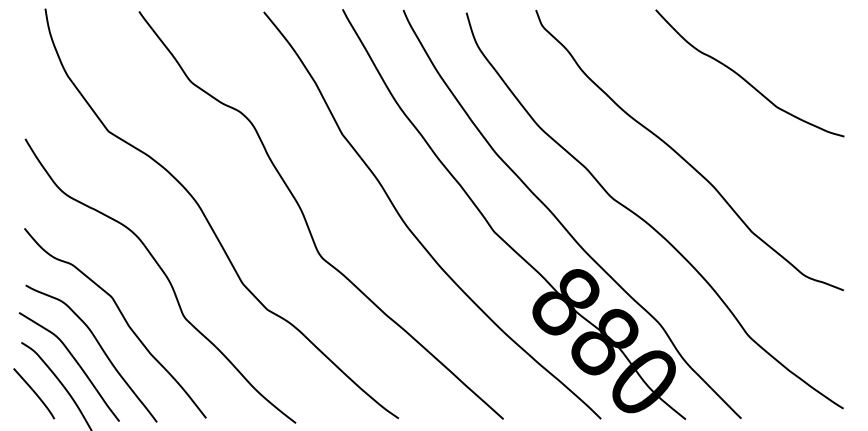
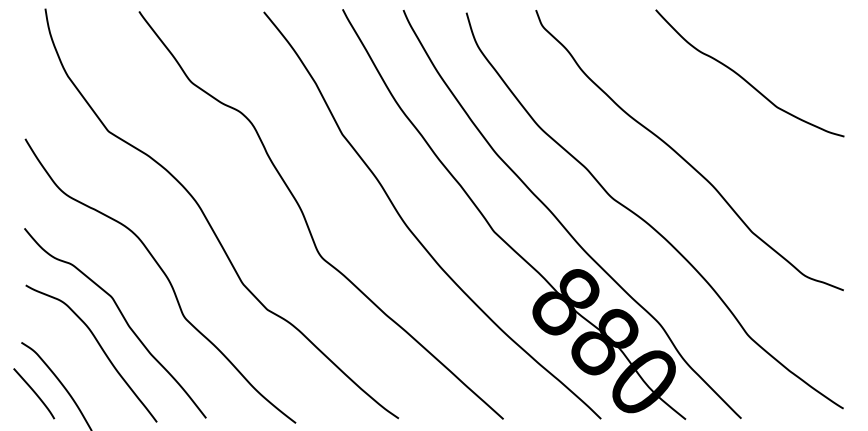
curve at (74, 360): present -> none
